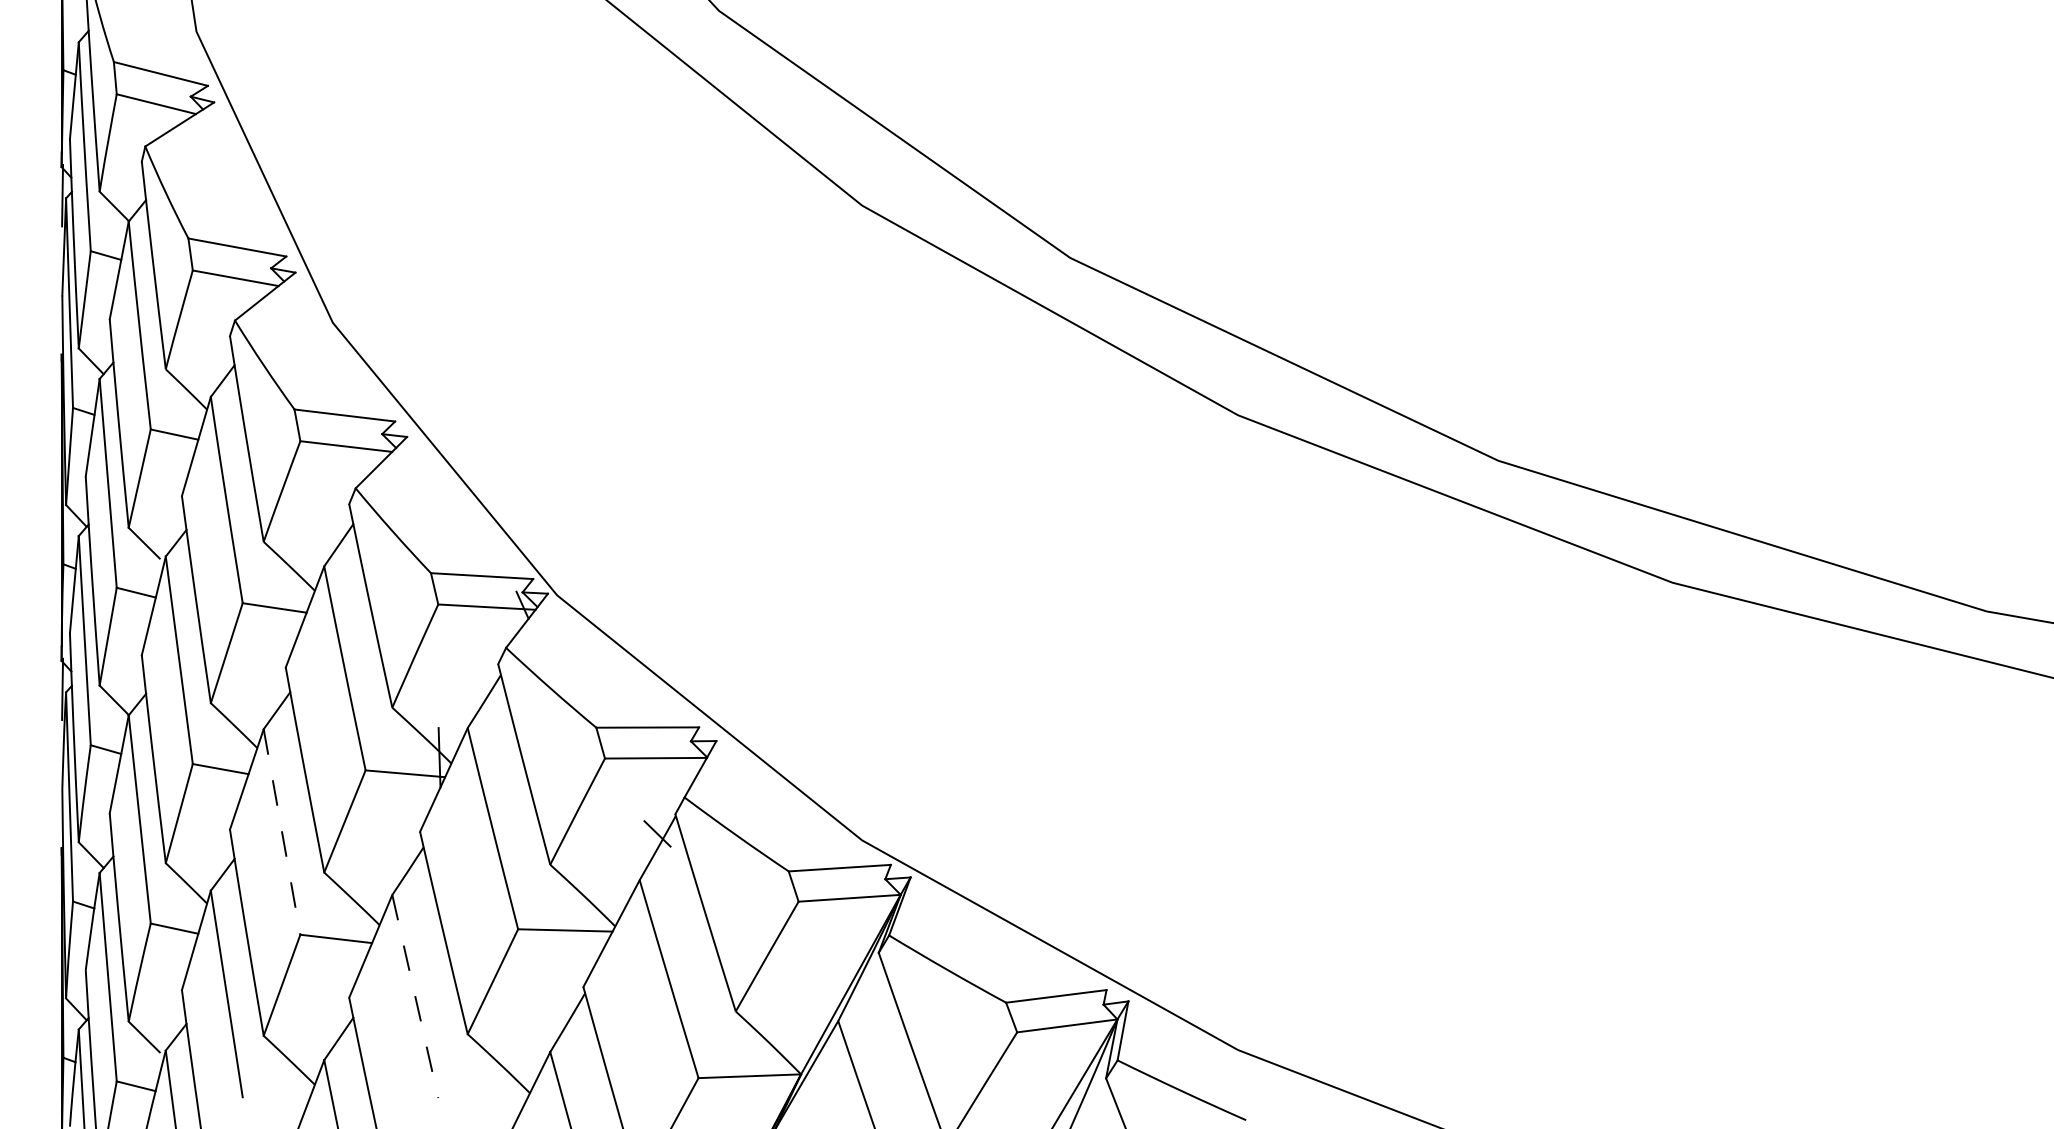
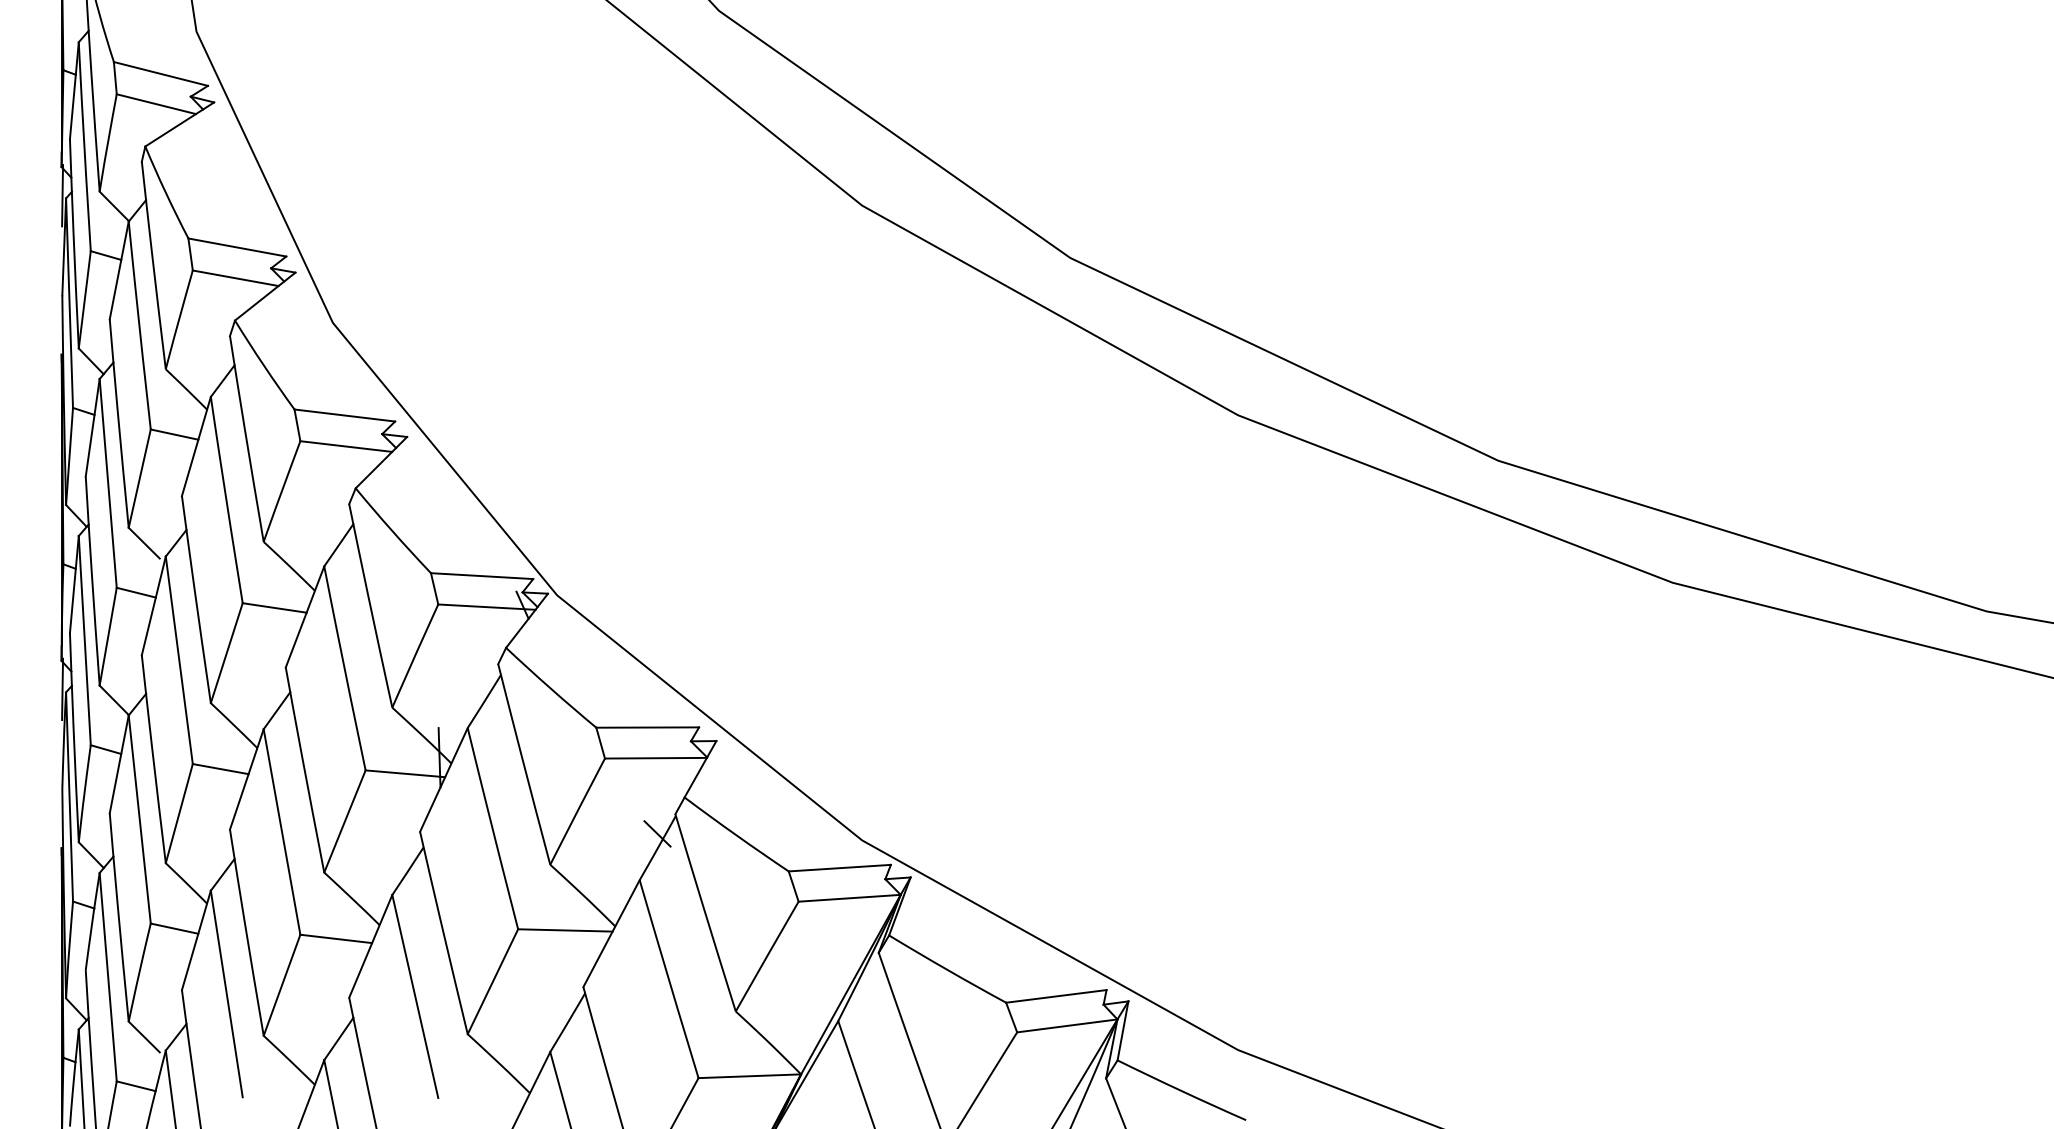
line at (282, 832): dashed -> solid
line at (415, 996): dashed -> solid
